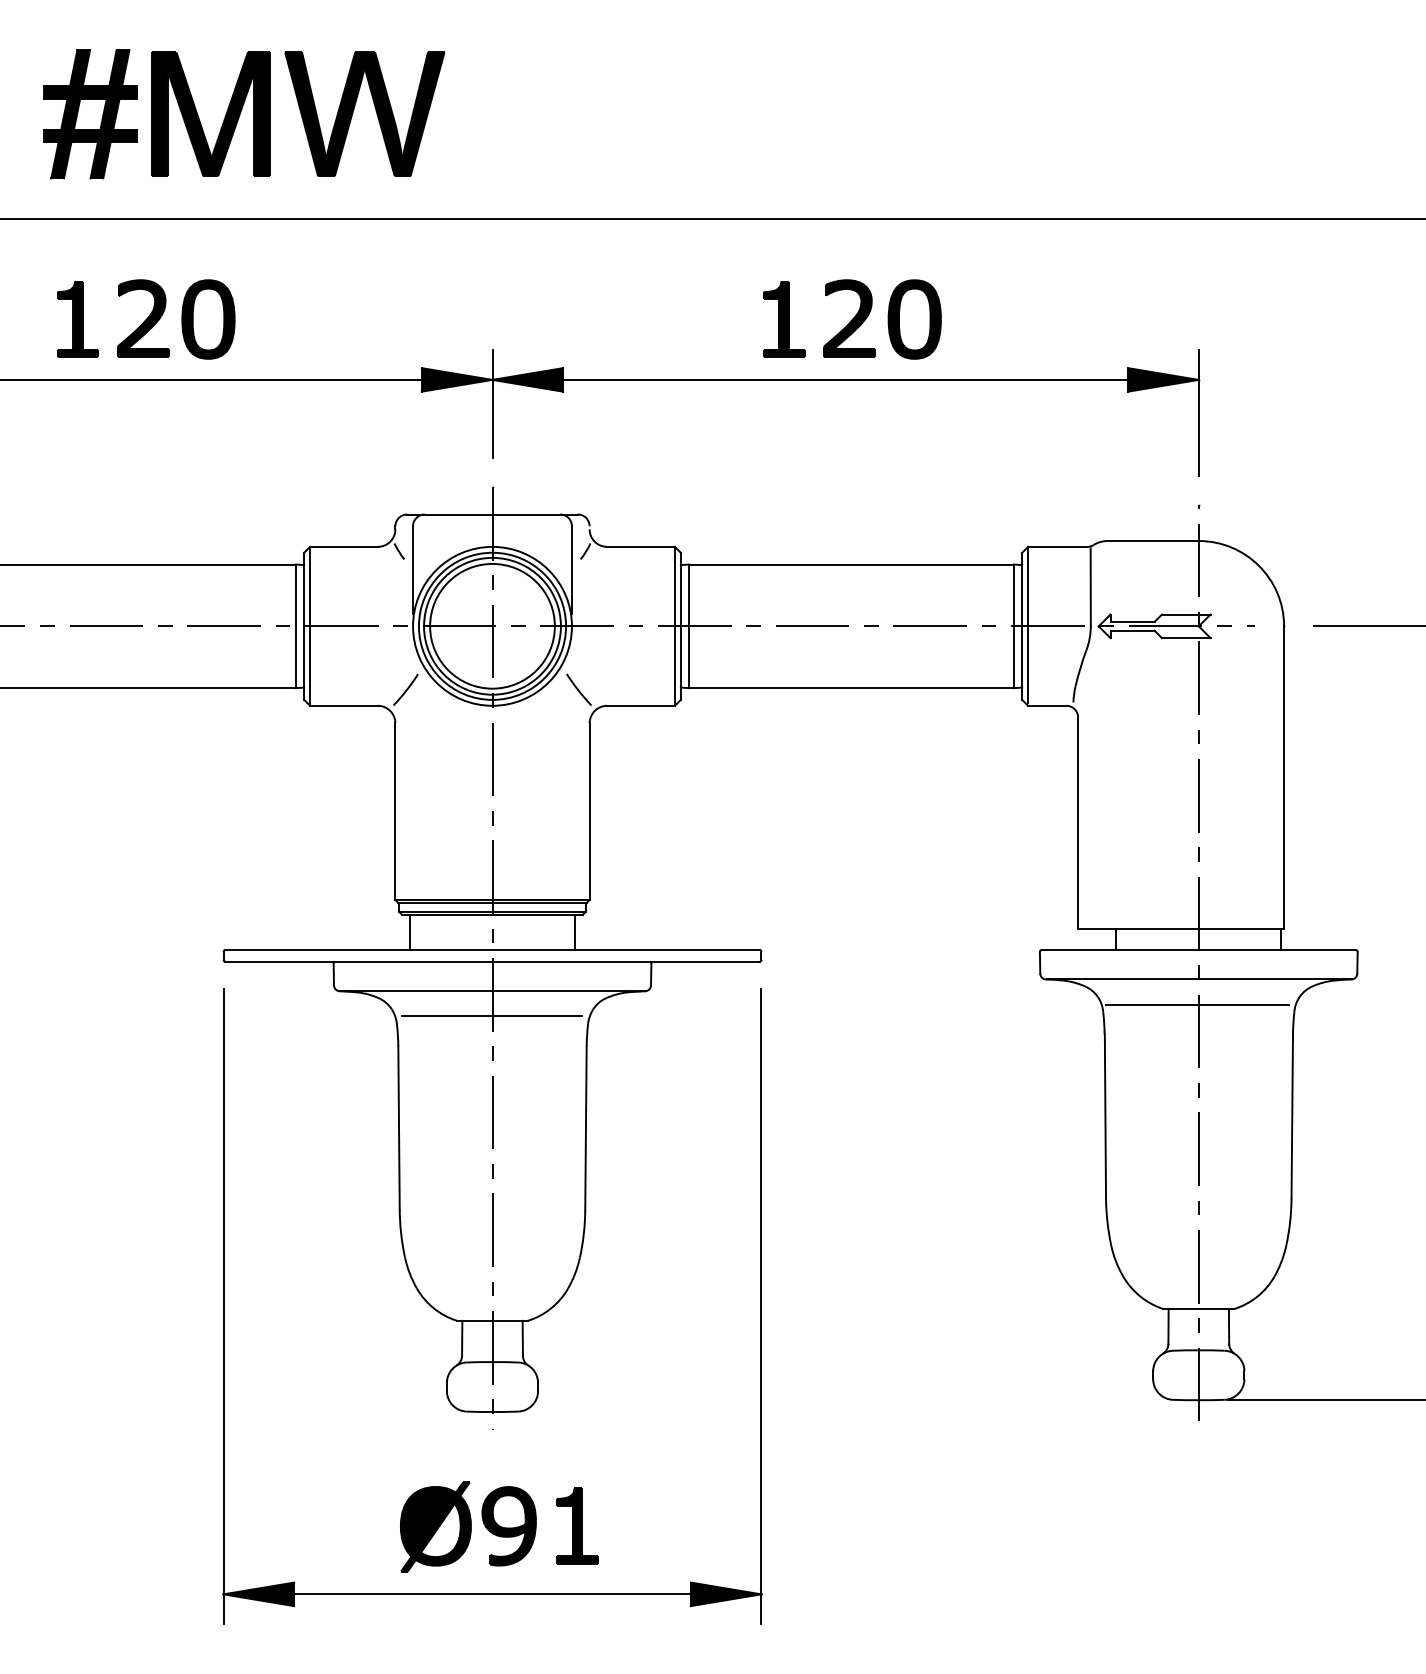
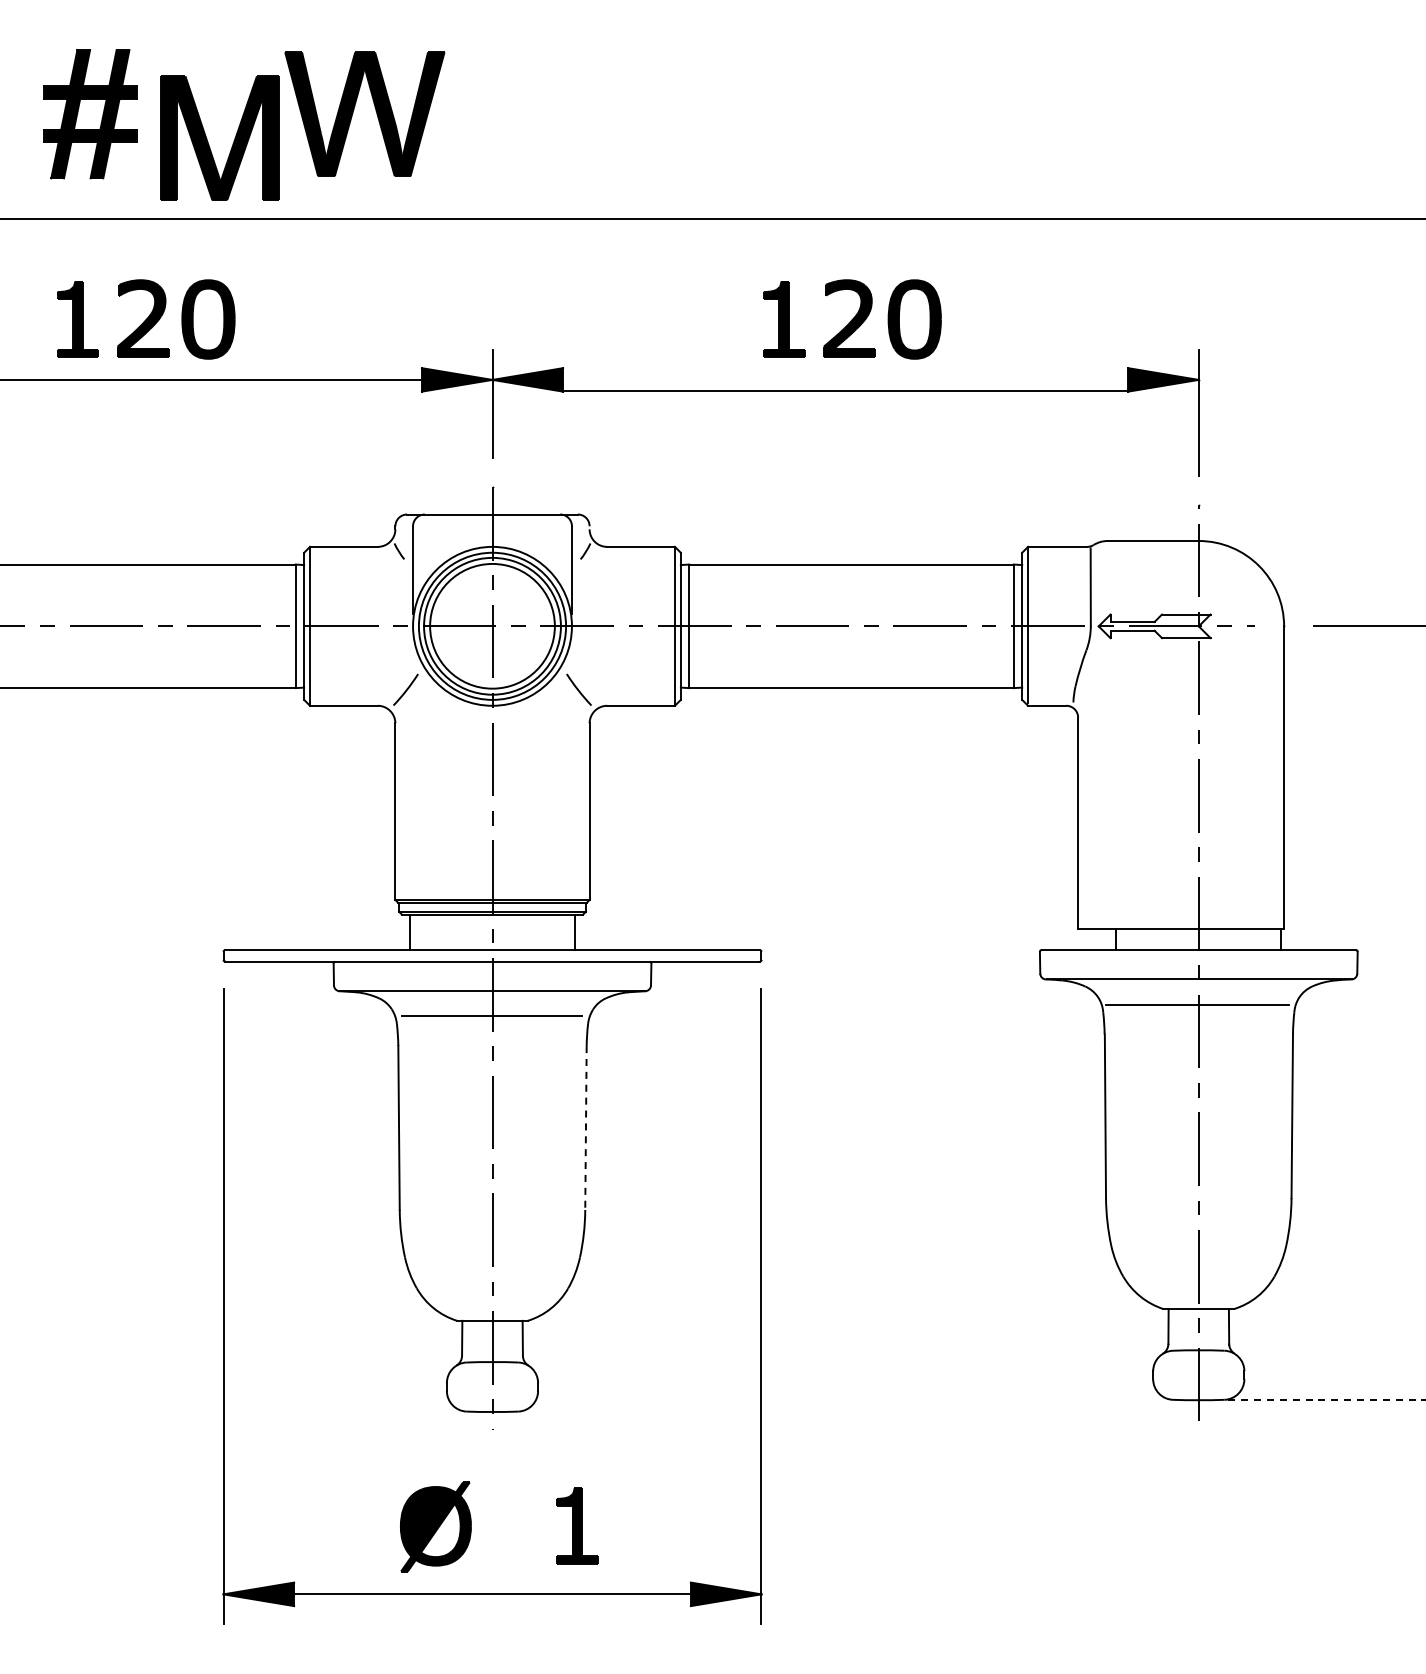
part at (199, 117) position: (199, 117) -> (208, 141)
line at (845, 379) position: (845, 379) -> (845, 390)
line at (585, 1128): solid -> dashed
line at (1327, 1400): solid -> dashed
part at (508, 1526): present -> none
